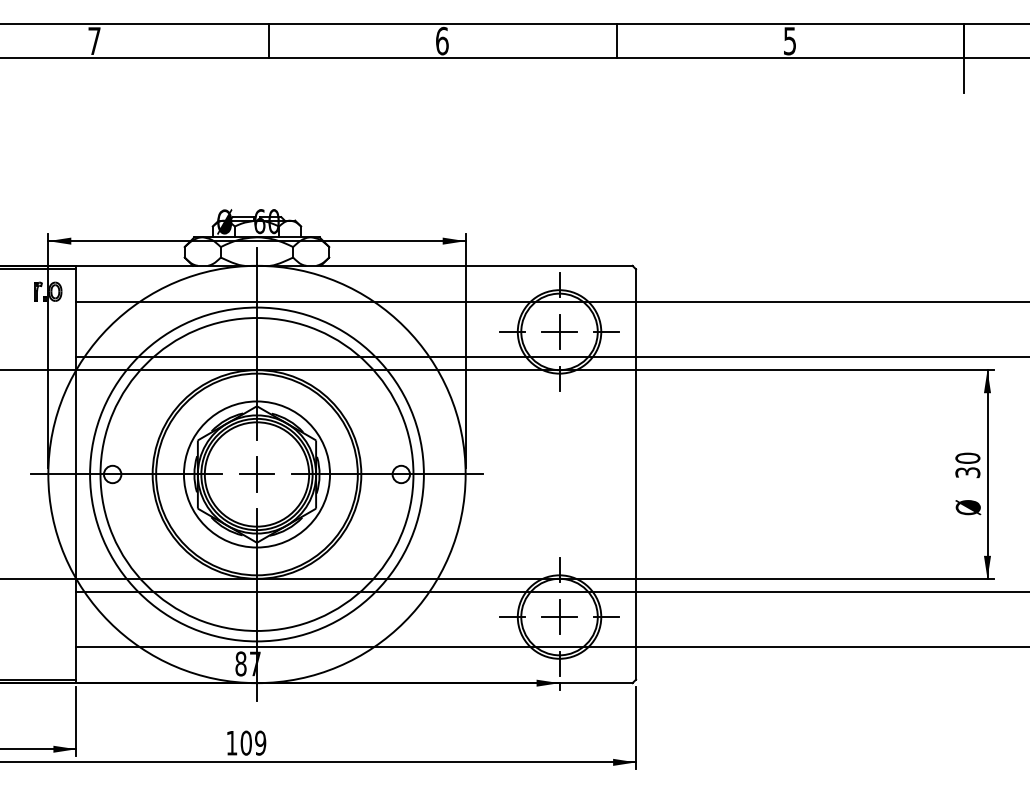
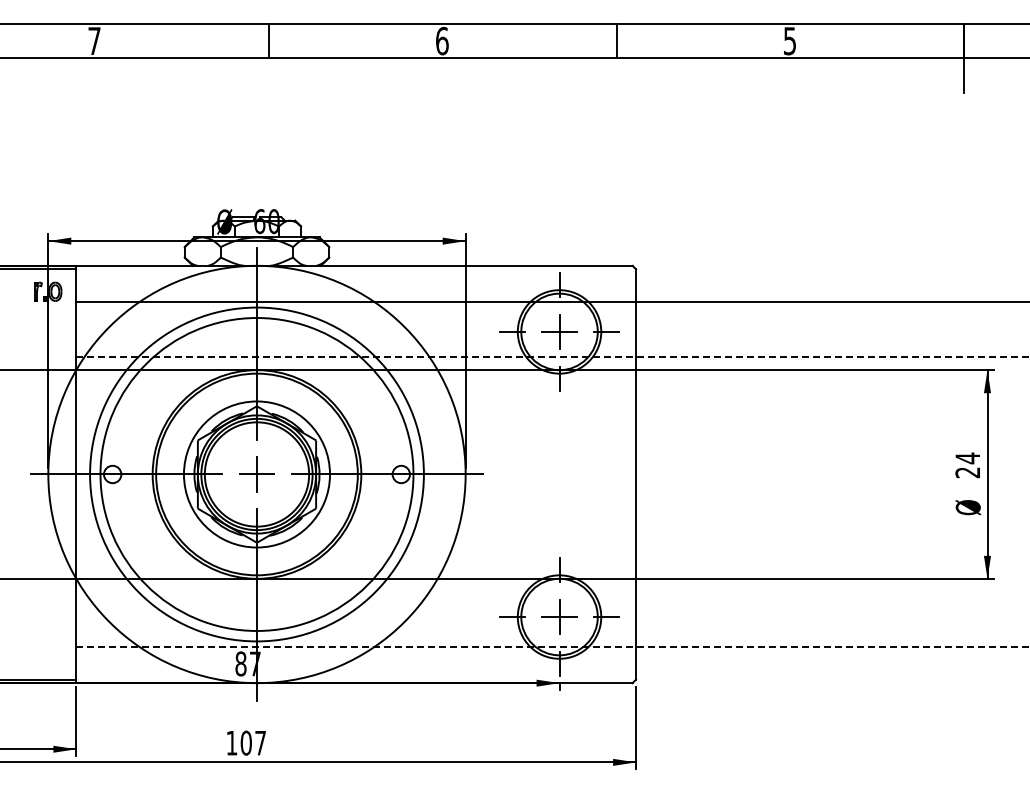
line at (553, 357): solid -> dashed
text at (967, 465): 30 -> 24
line at (551, 591): present -> none
line at (553, 647): solid -> dashed
text at (260, 742): 109 -> 107
